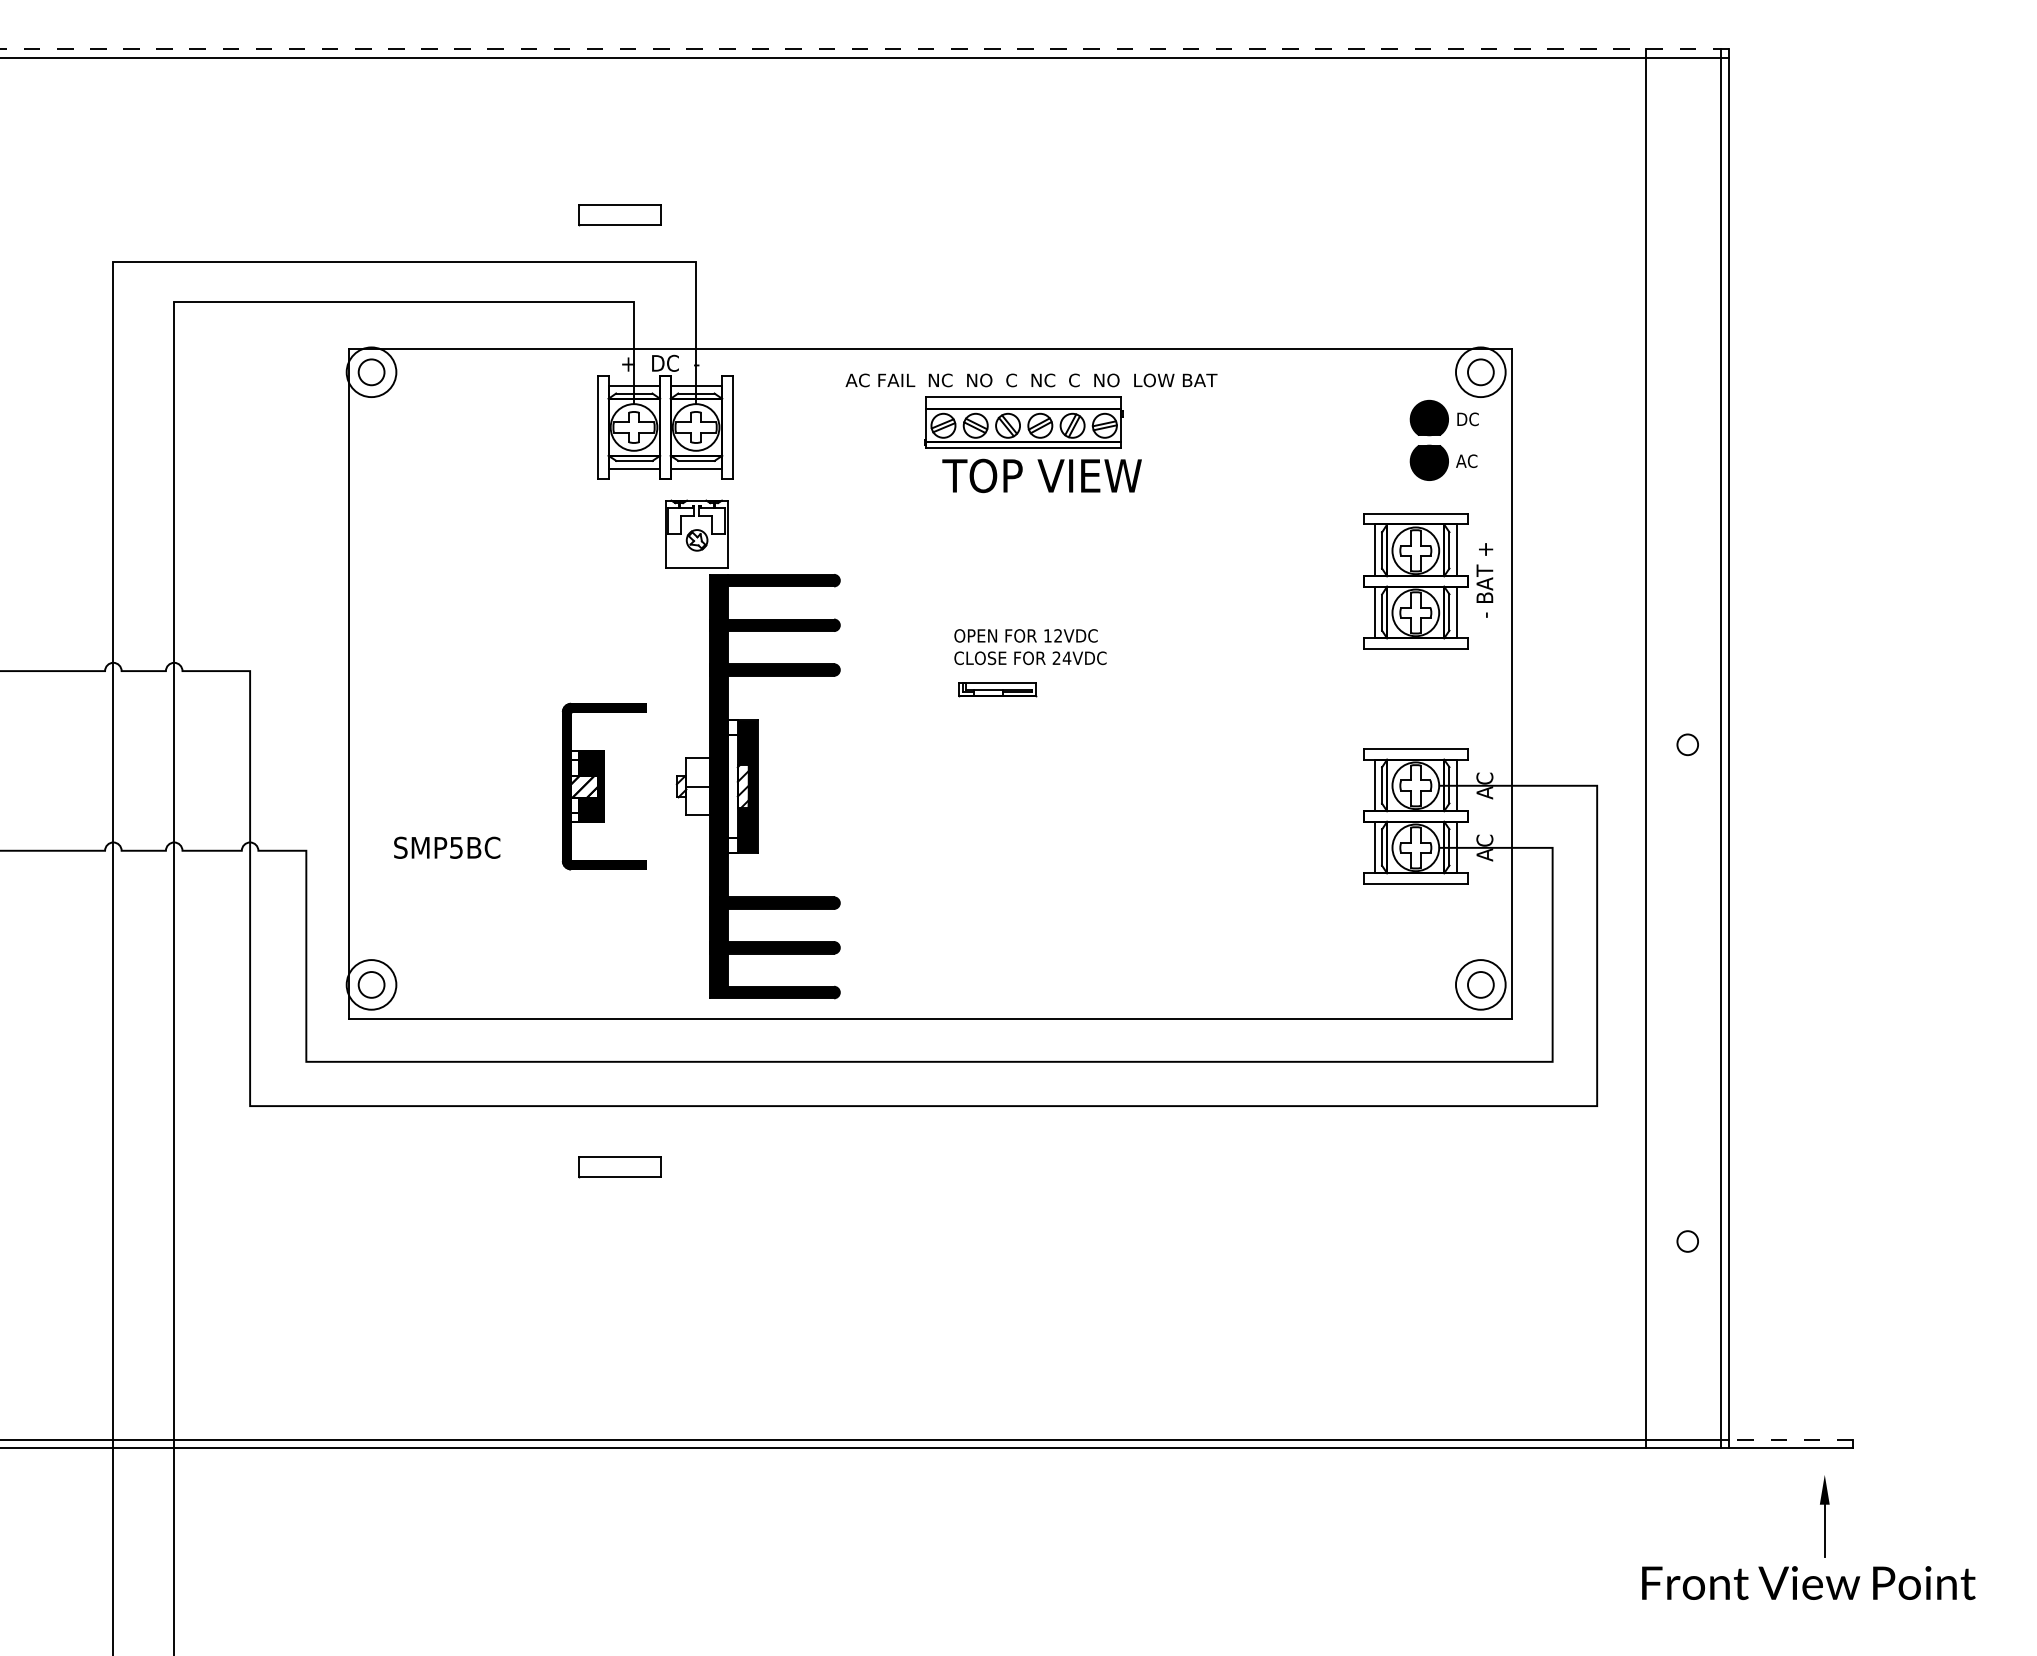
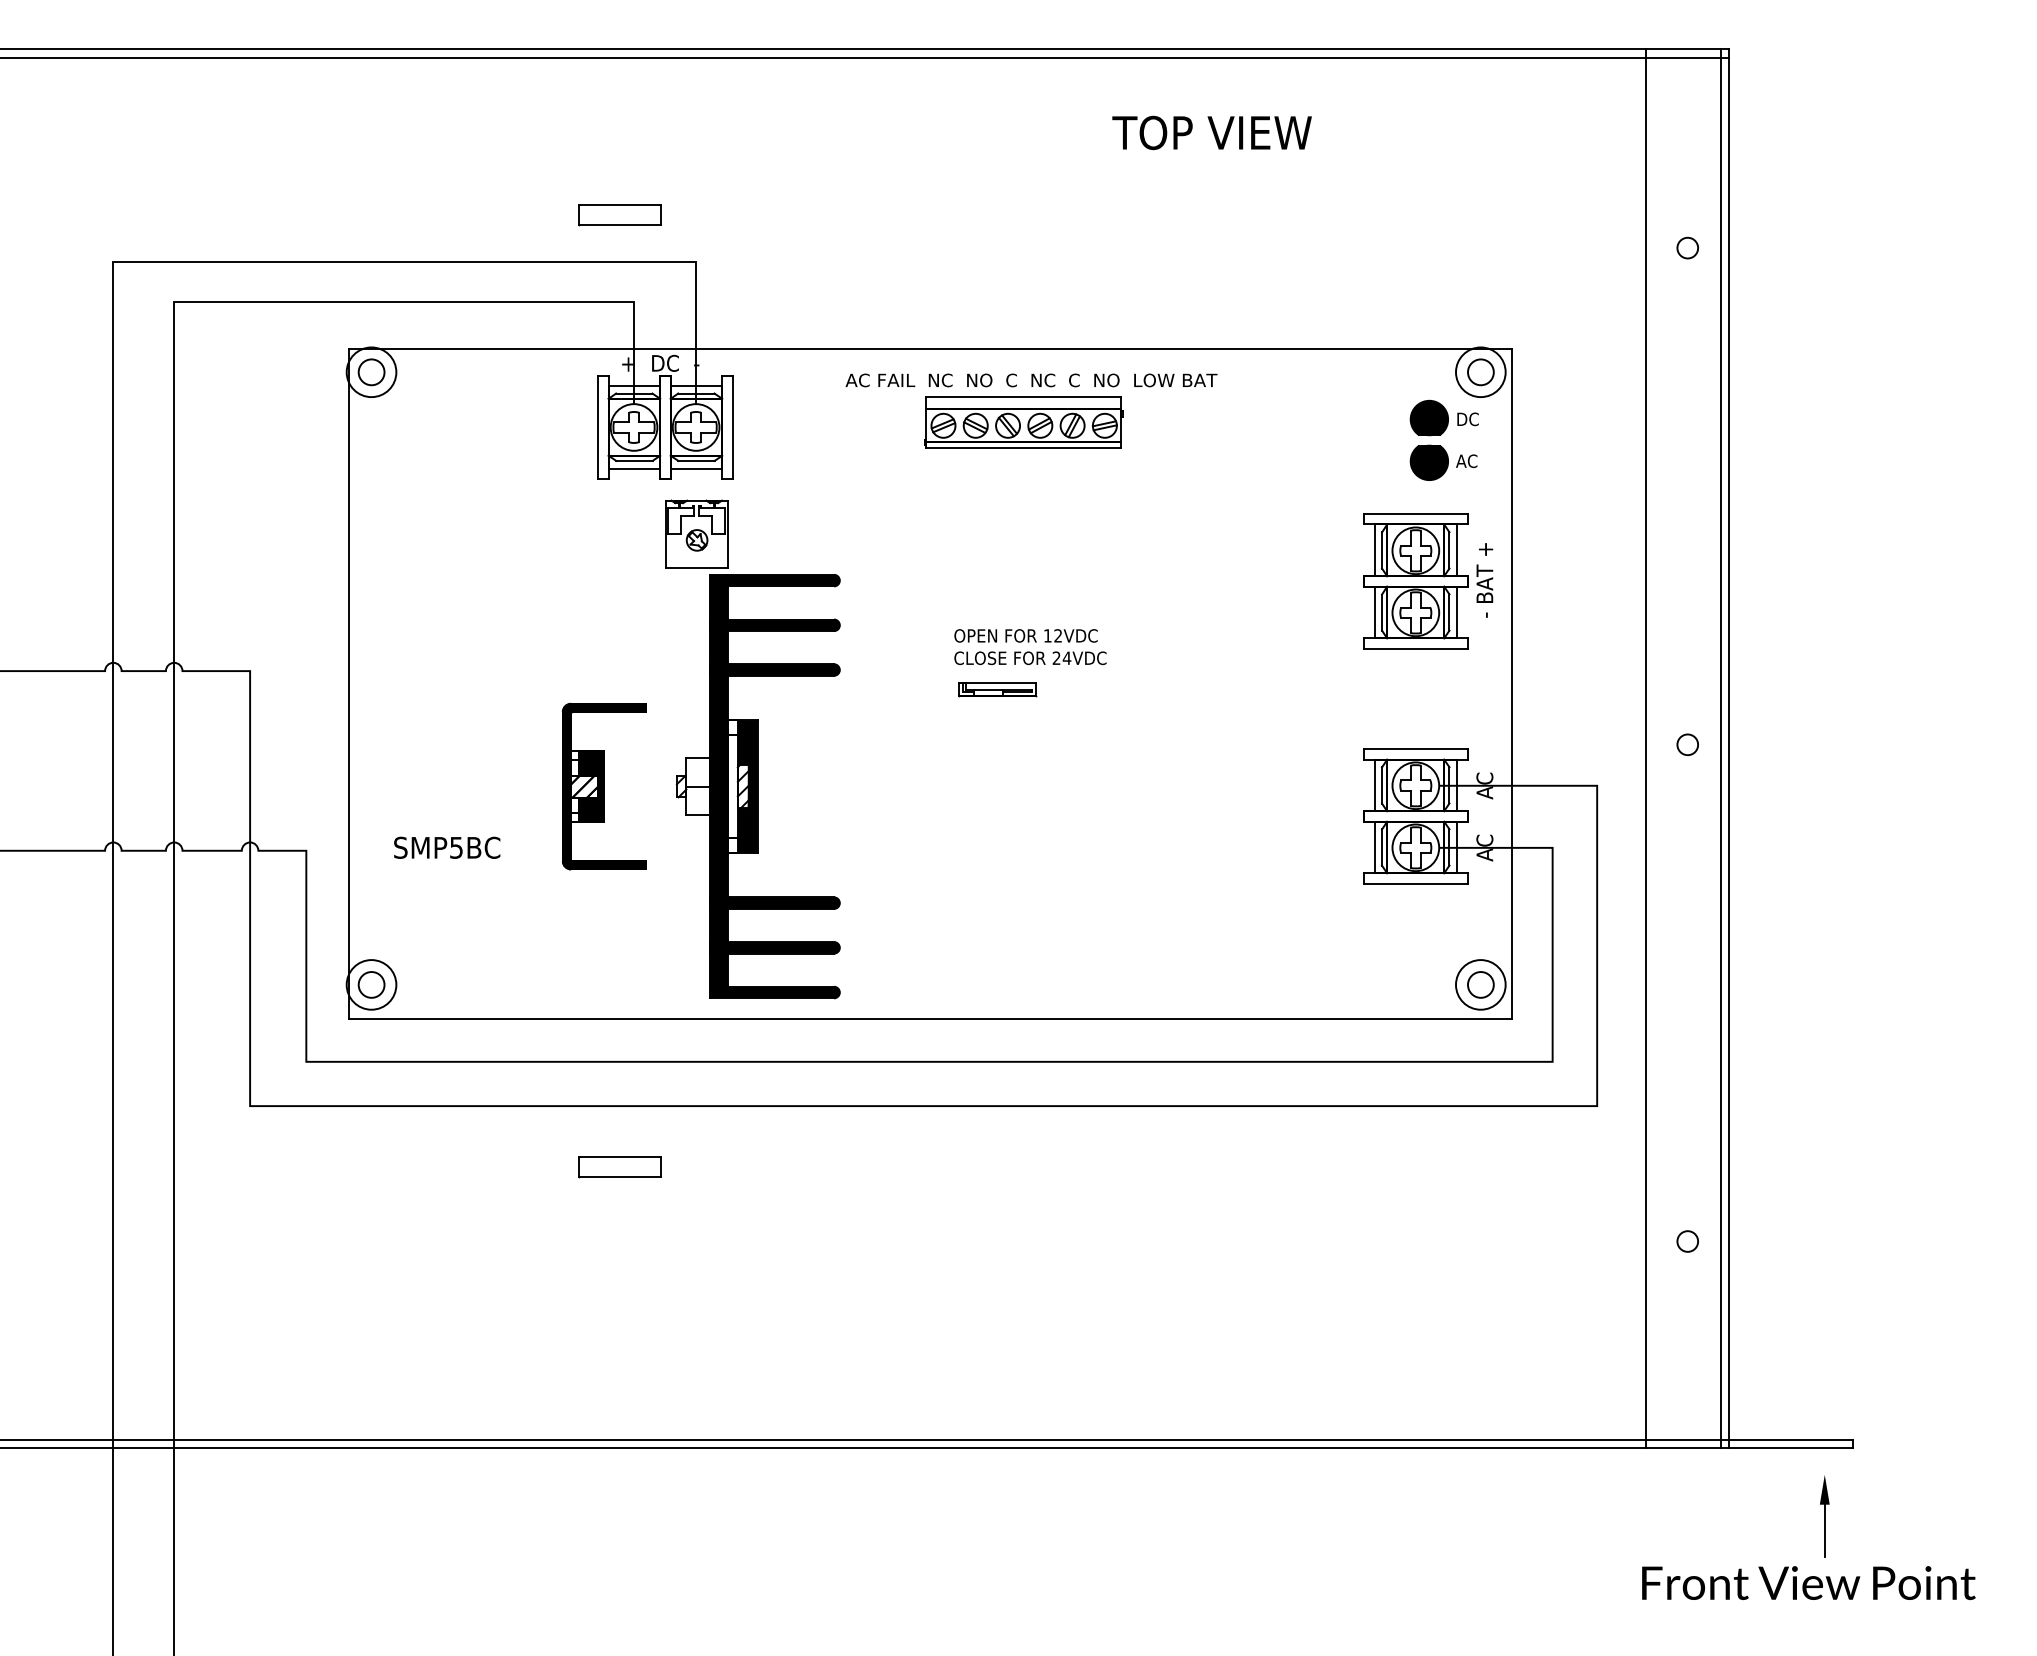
line at (864, 49): dashed -> solid
circle at (1687, 247): none -> present
text at (1041, 475) position: (1041, 475) -> (1211, 132)
line at (1790, 1440): dashed -> solid
